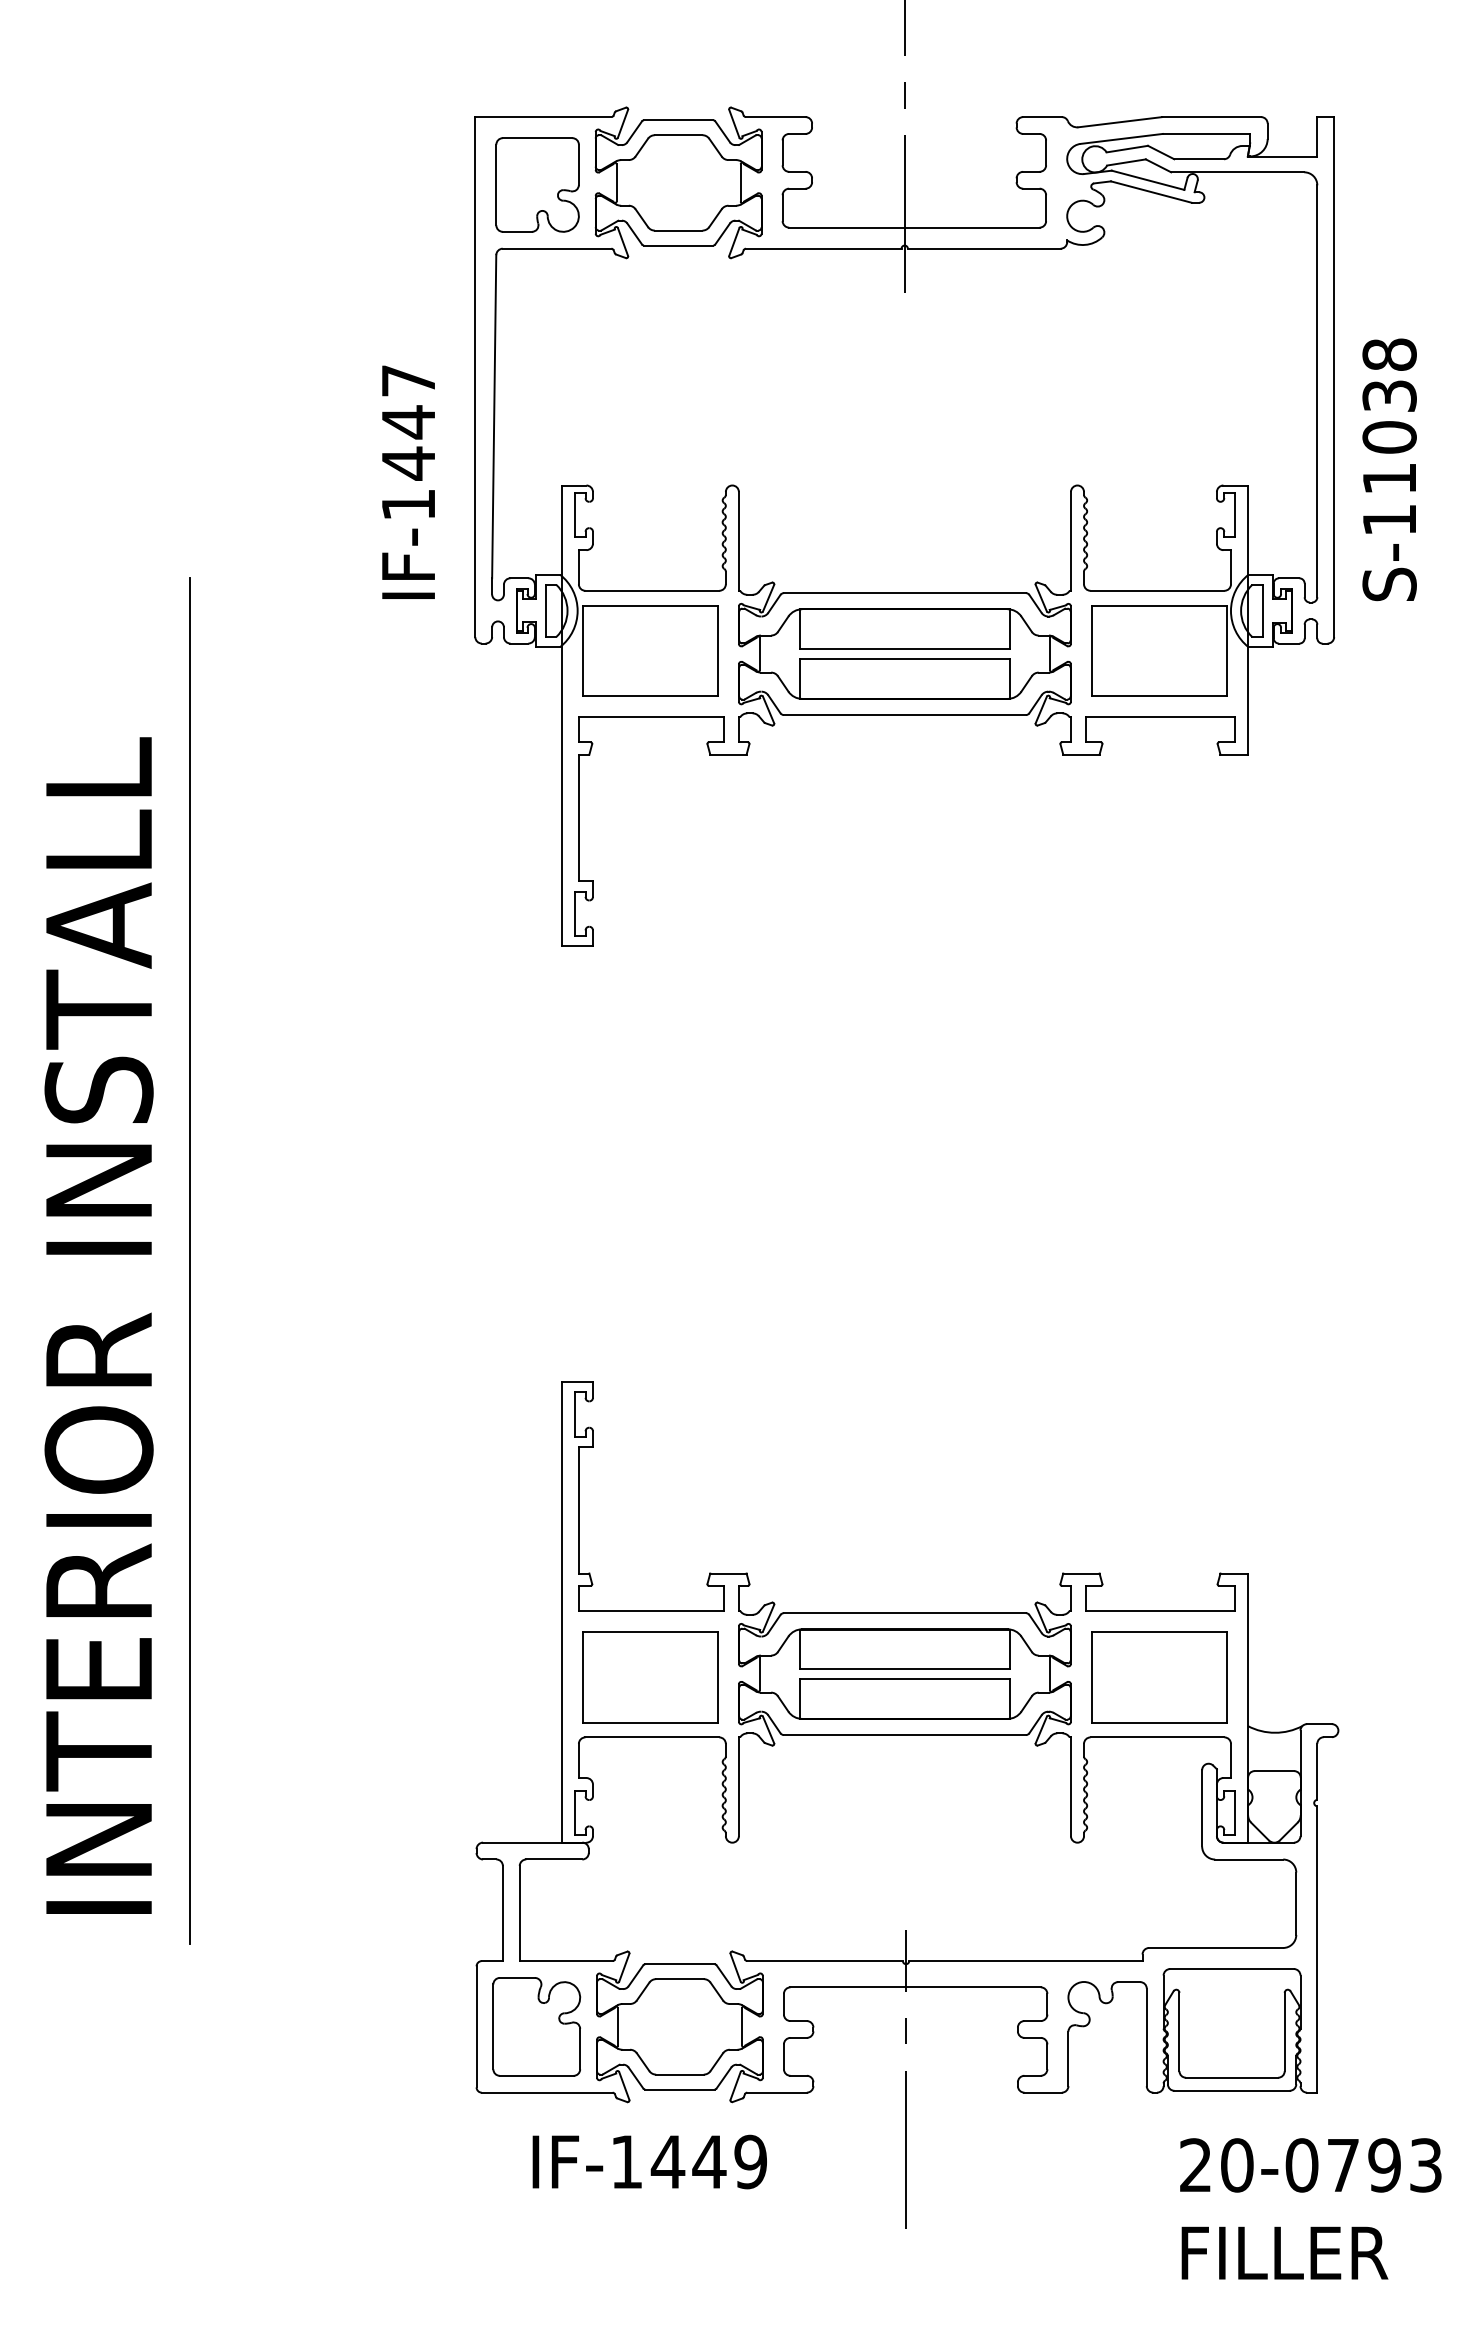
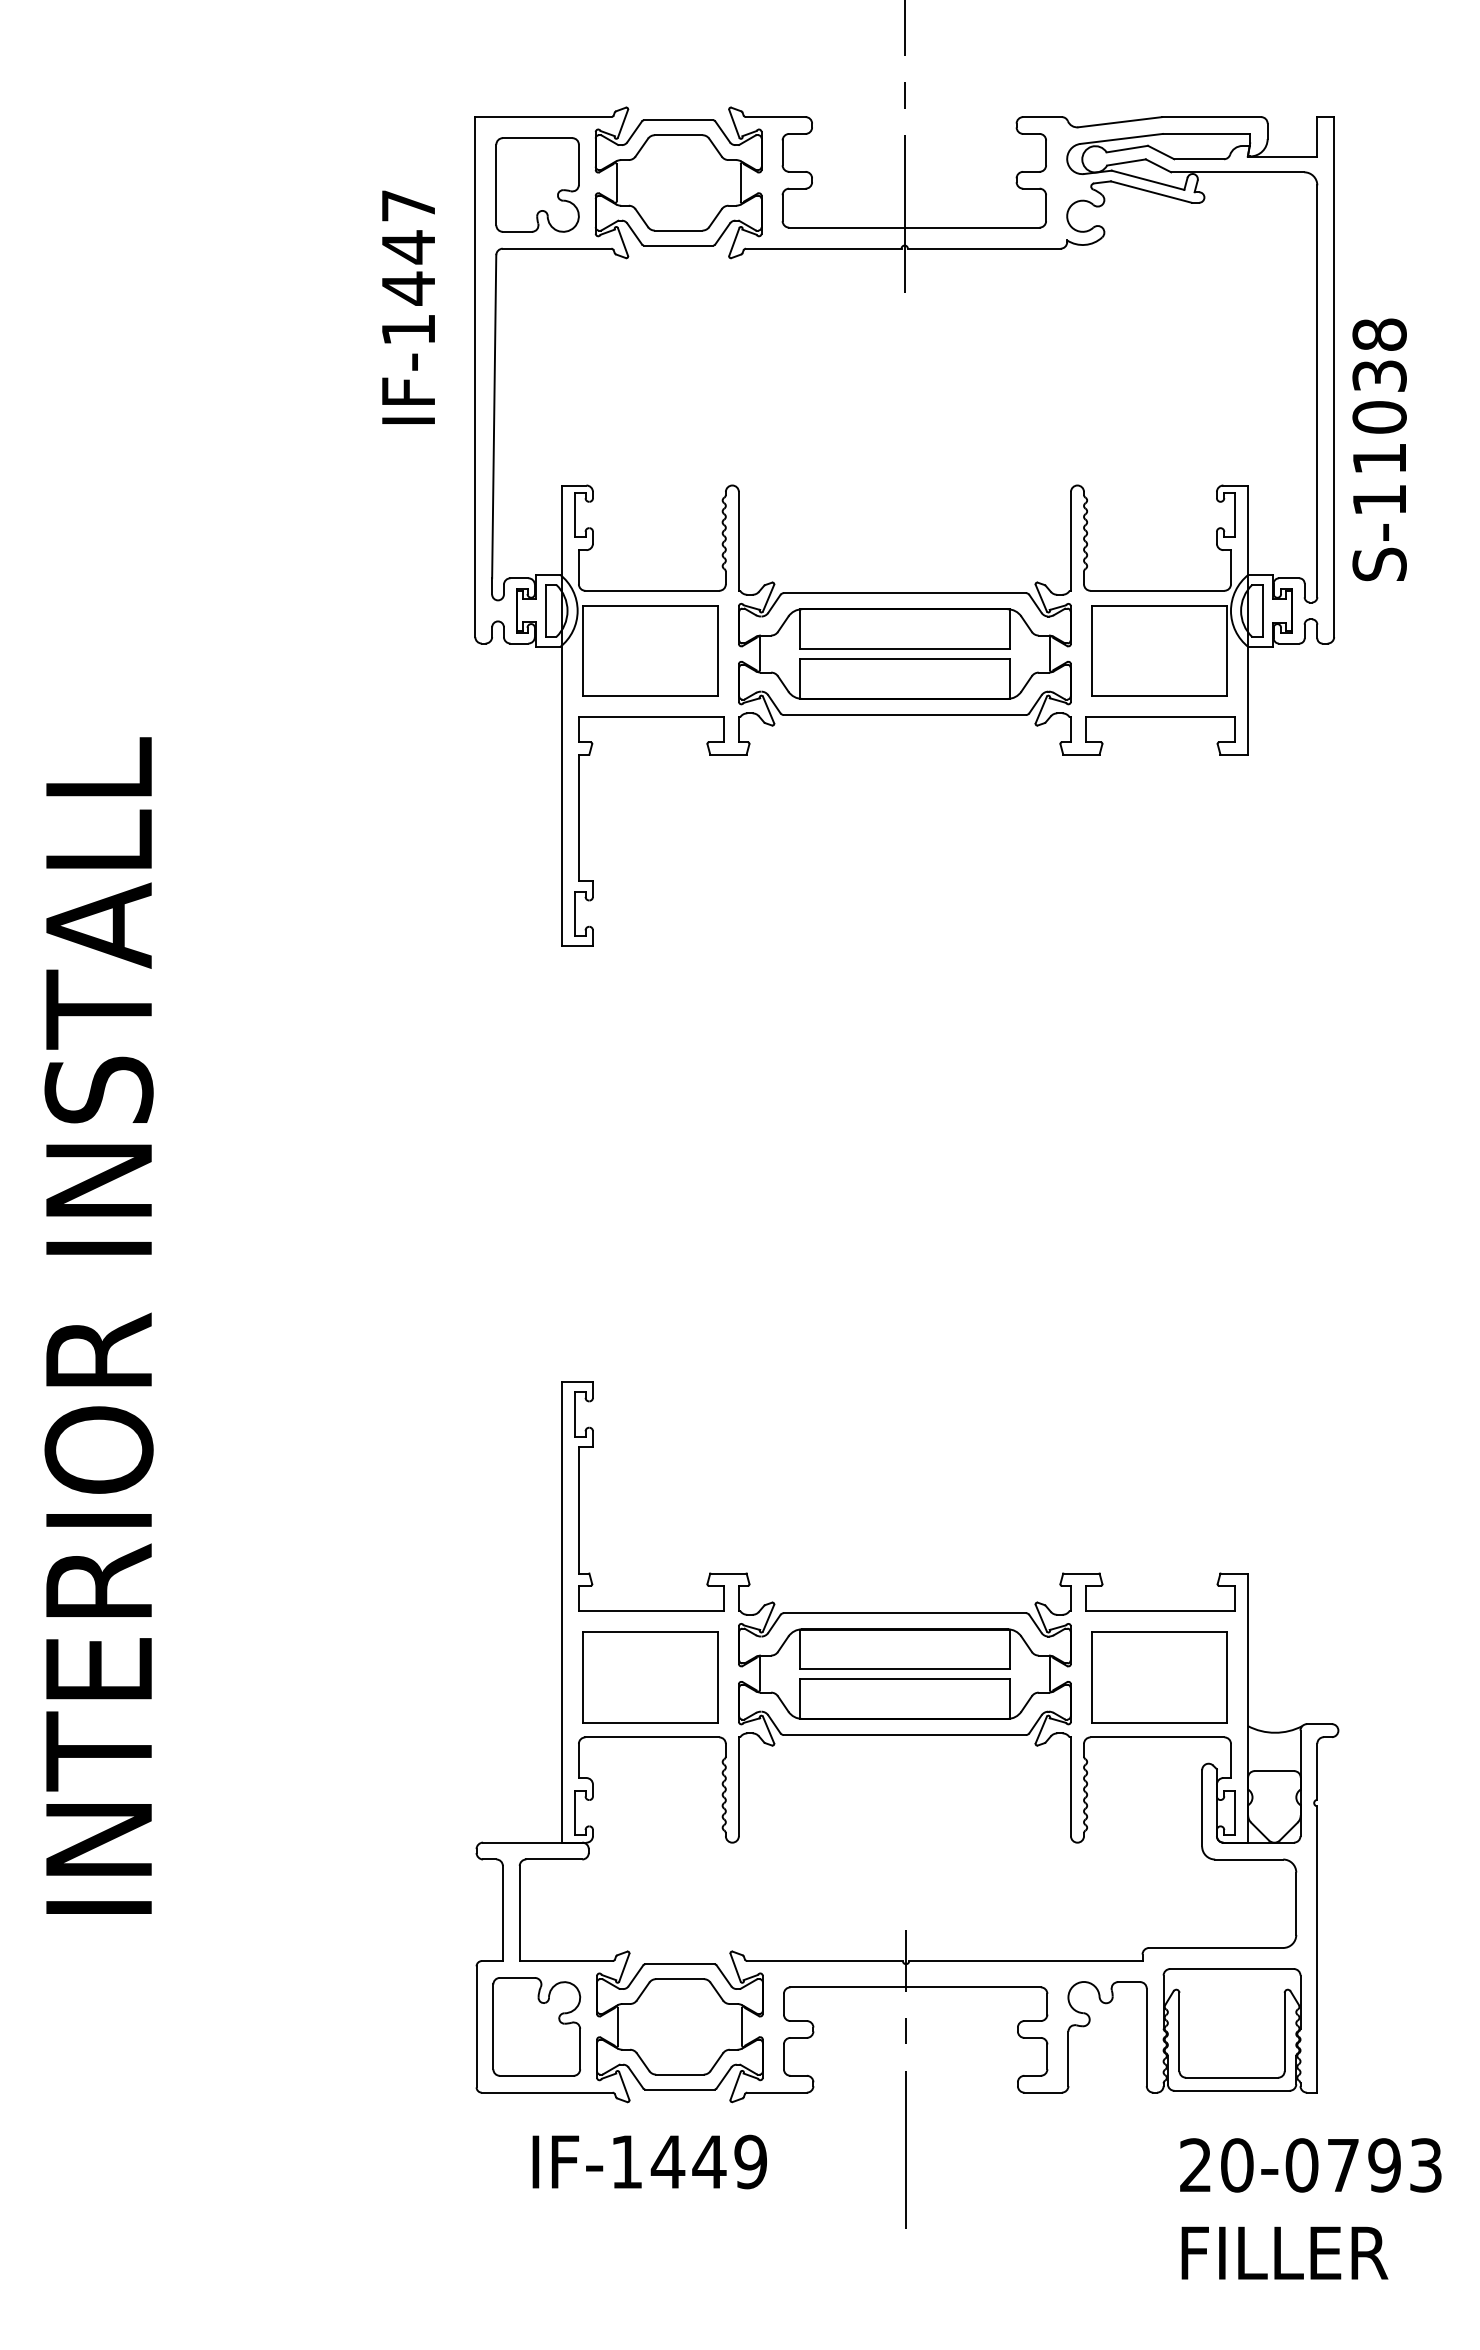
text at (1389, 469) position: (1389, 469) -> (1379, 449)
text at (408, 481) position: (408, 481) -> (408, 306)
line at (190, 1260): present -> none
